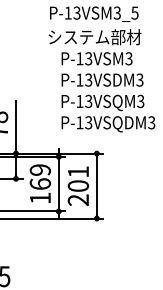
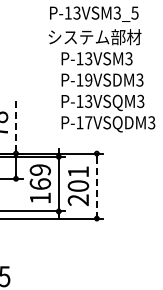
text at (88, 80): P-13VSDM3 -> P-19VSDM3
text at (88, 122): P-13VSQDM3 -> P-17VSQDM3
line at (16, 127): solid -> dashed
line at (96, 186): solid -> dashed
